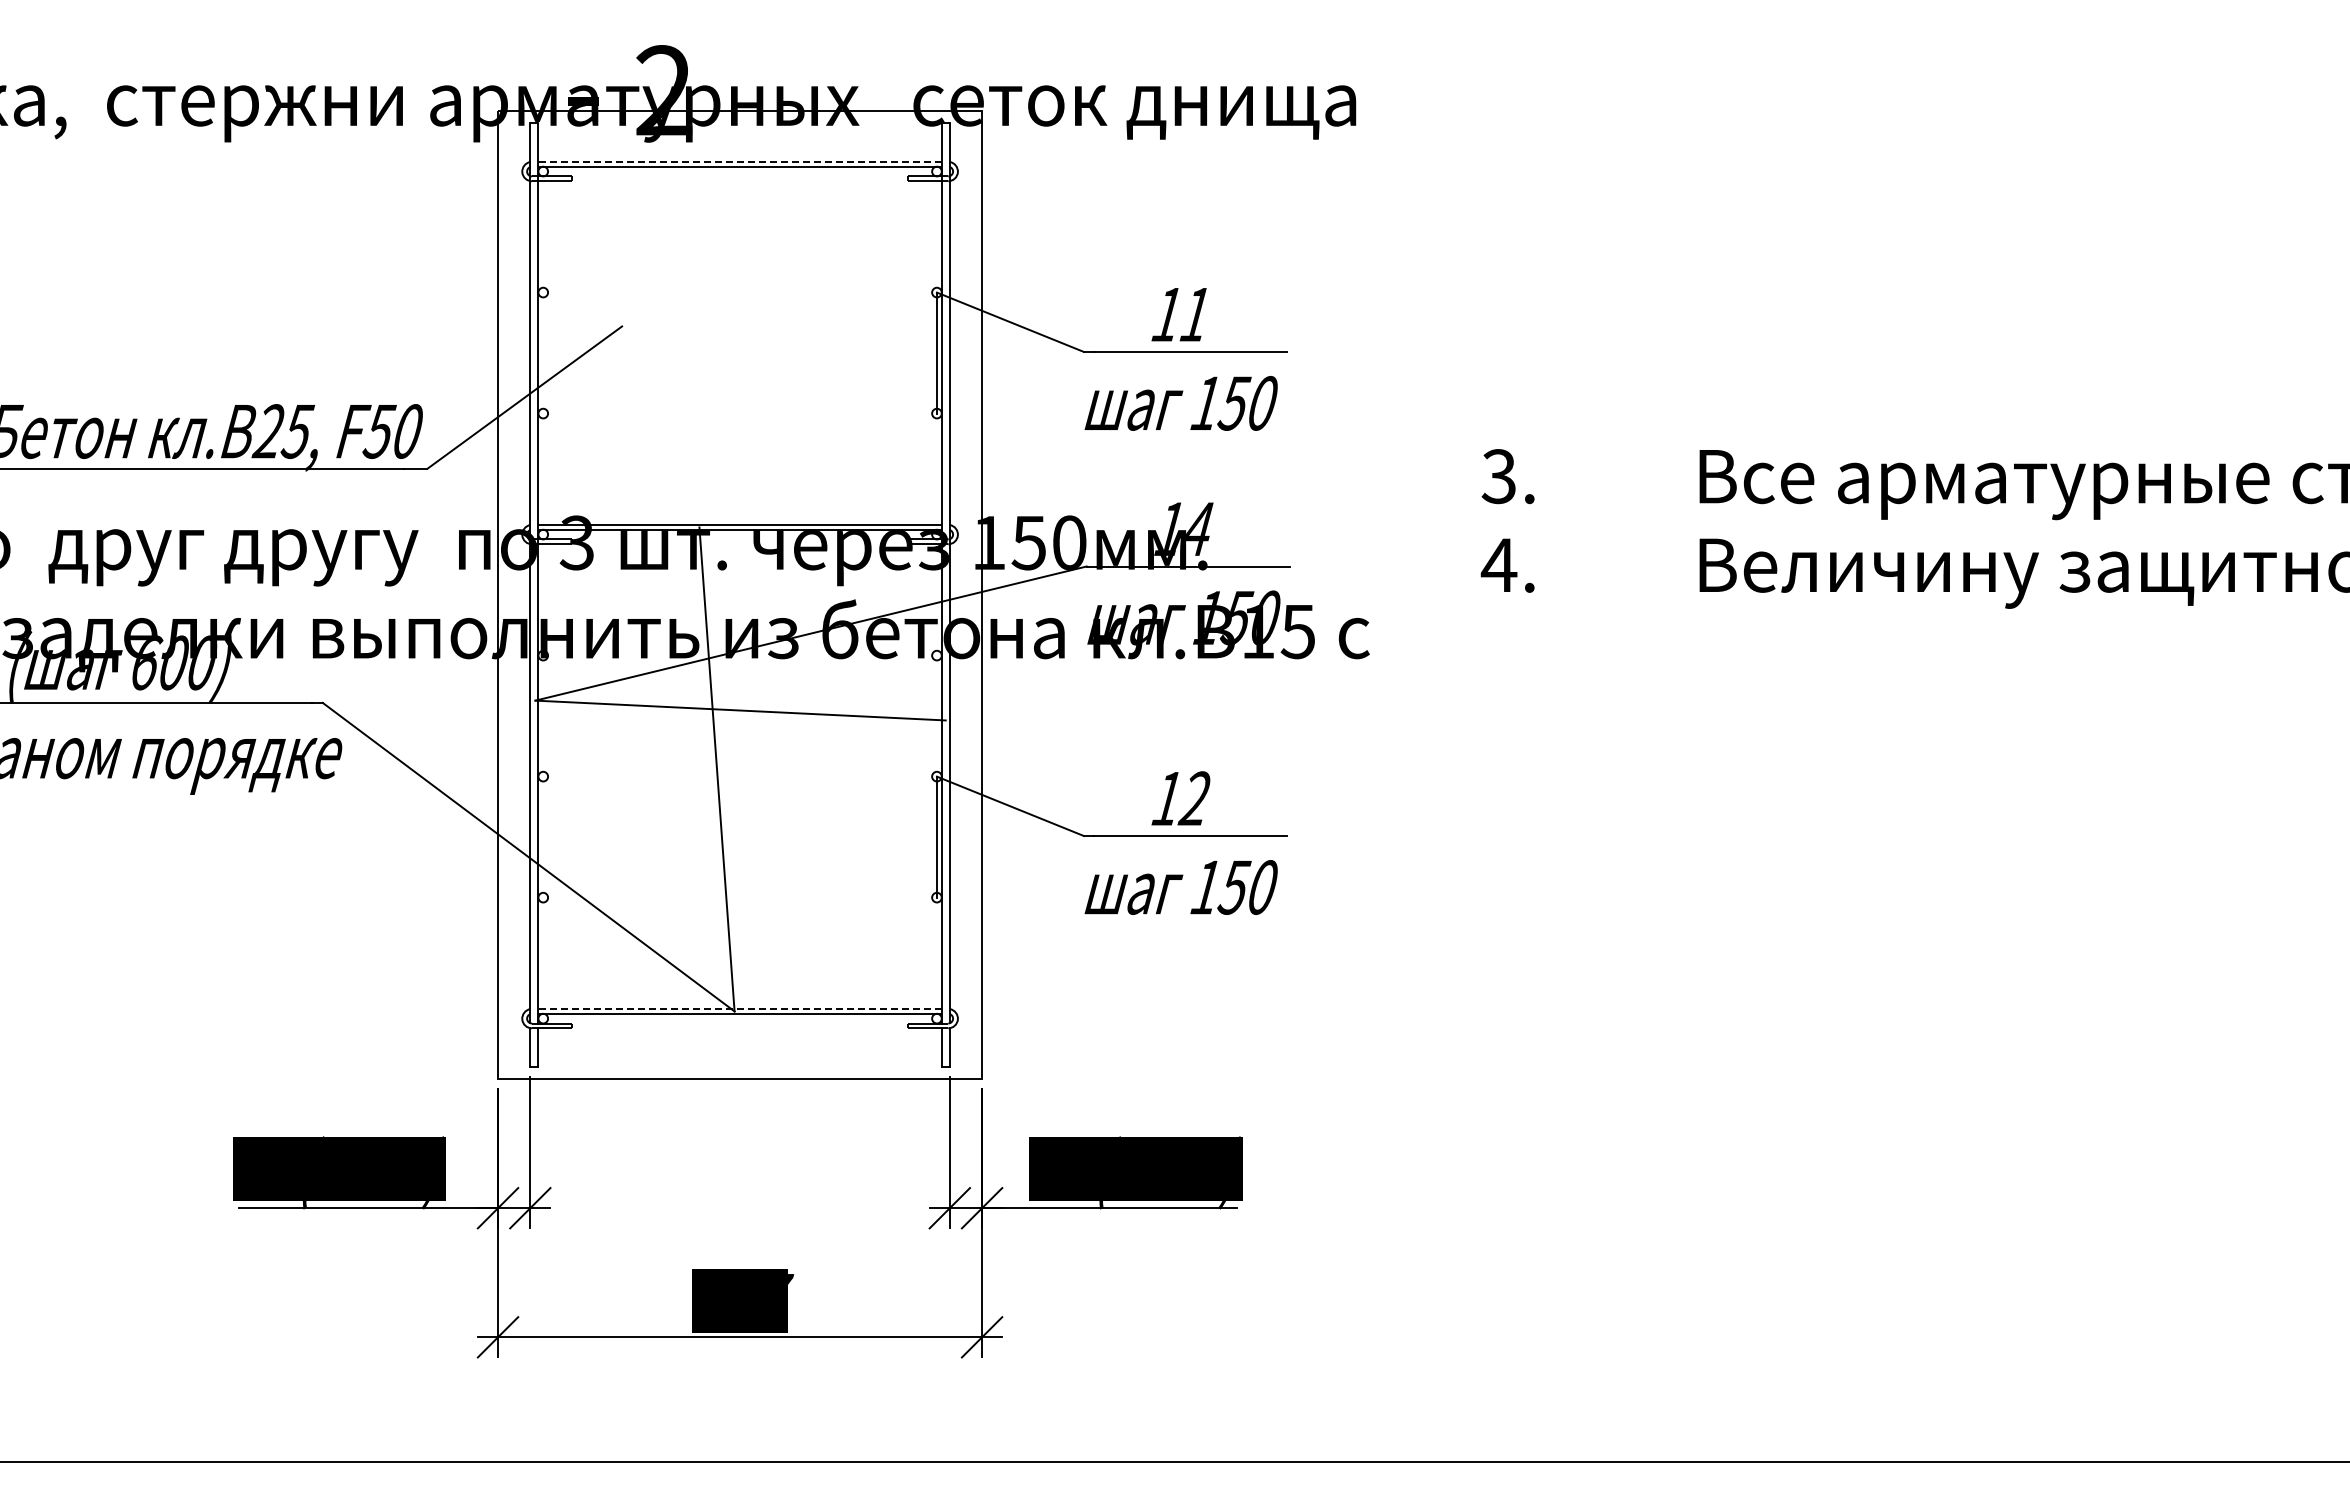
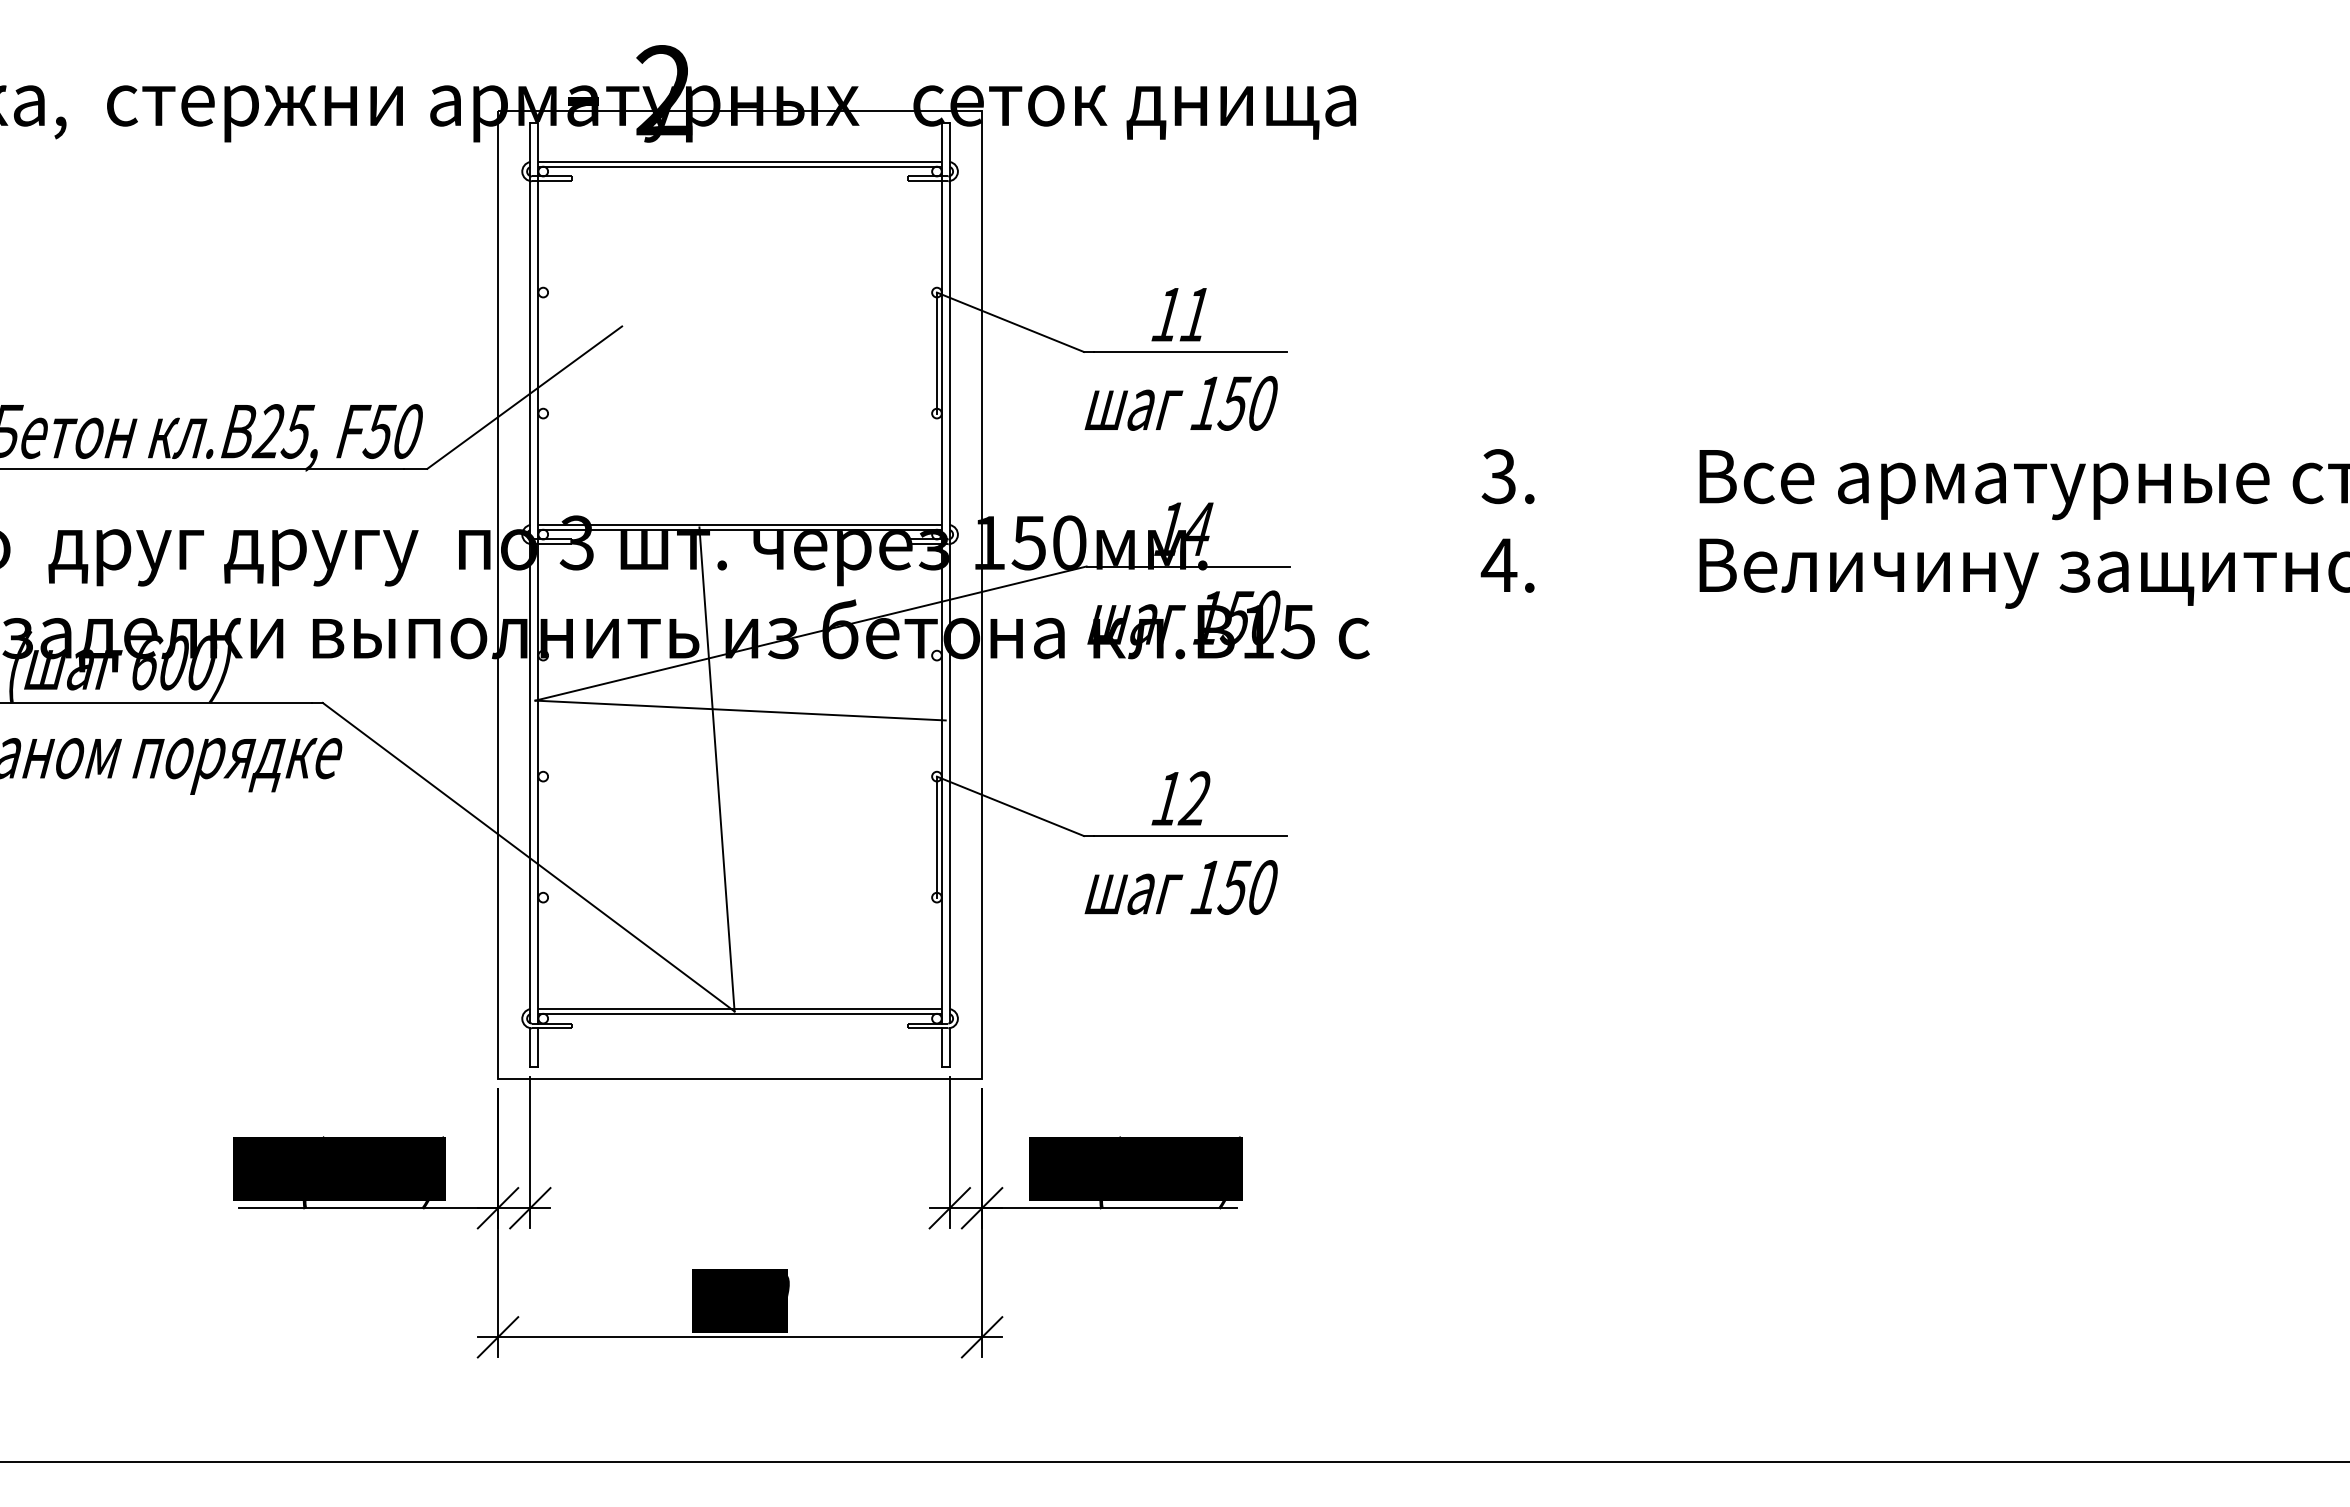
line at (740, 161): dashed -> solid
line at (740, 1008): dashed -> solid
text at (791, 1285): 667 -> 600
